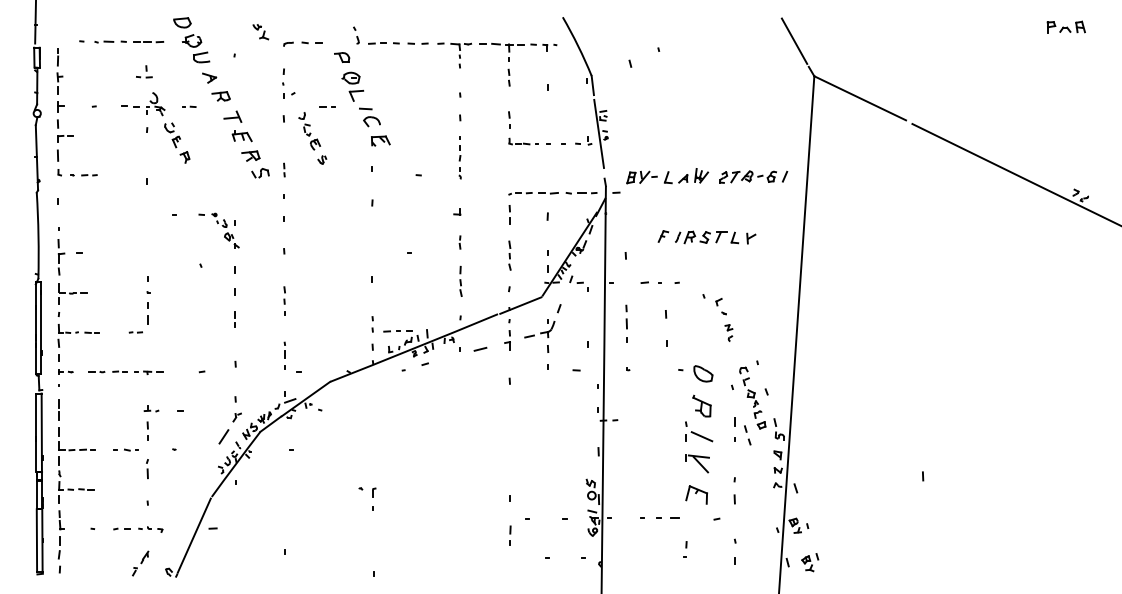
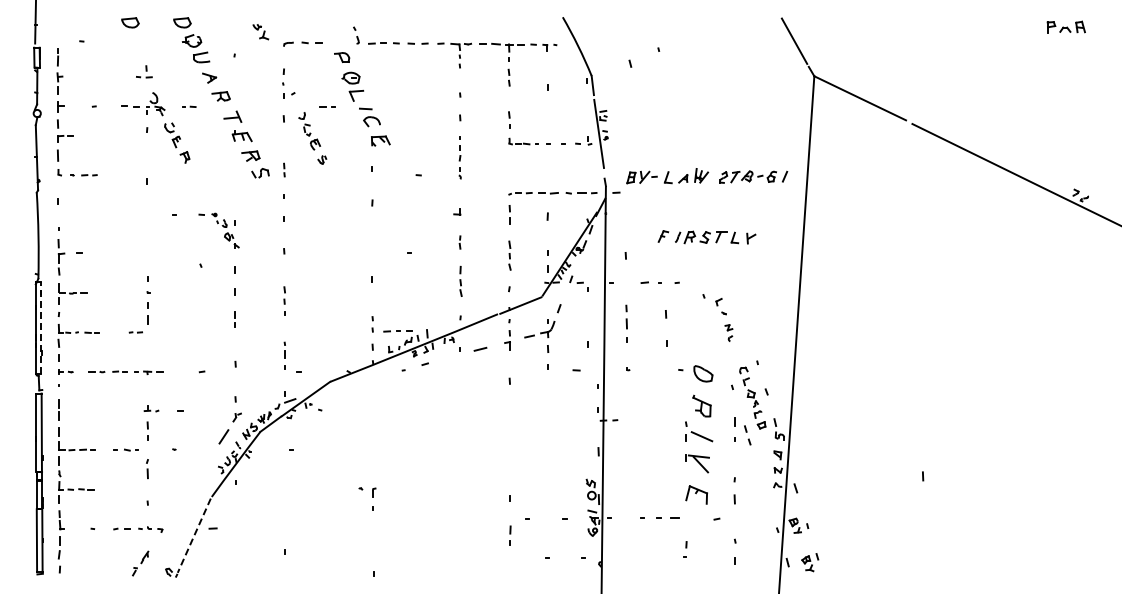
part at (130, 22): none -> present
part at (129, 41): present -> none
line at (41, 327): solid -> dashed
line at (194, 535): solid -> dashed
